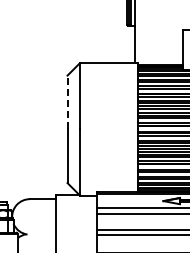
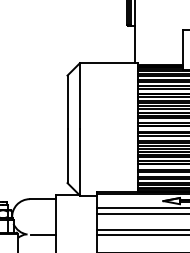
line at (67, 102): dashed -> solid
line at (42, 234): none -> present
